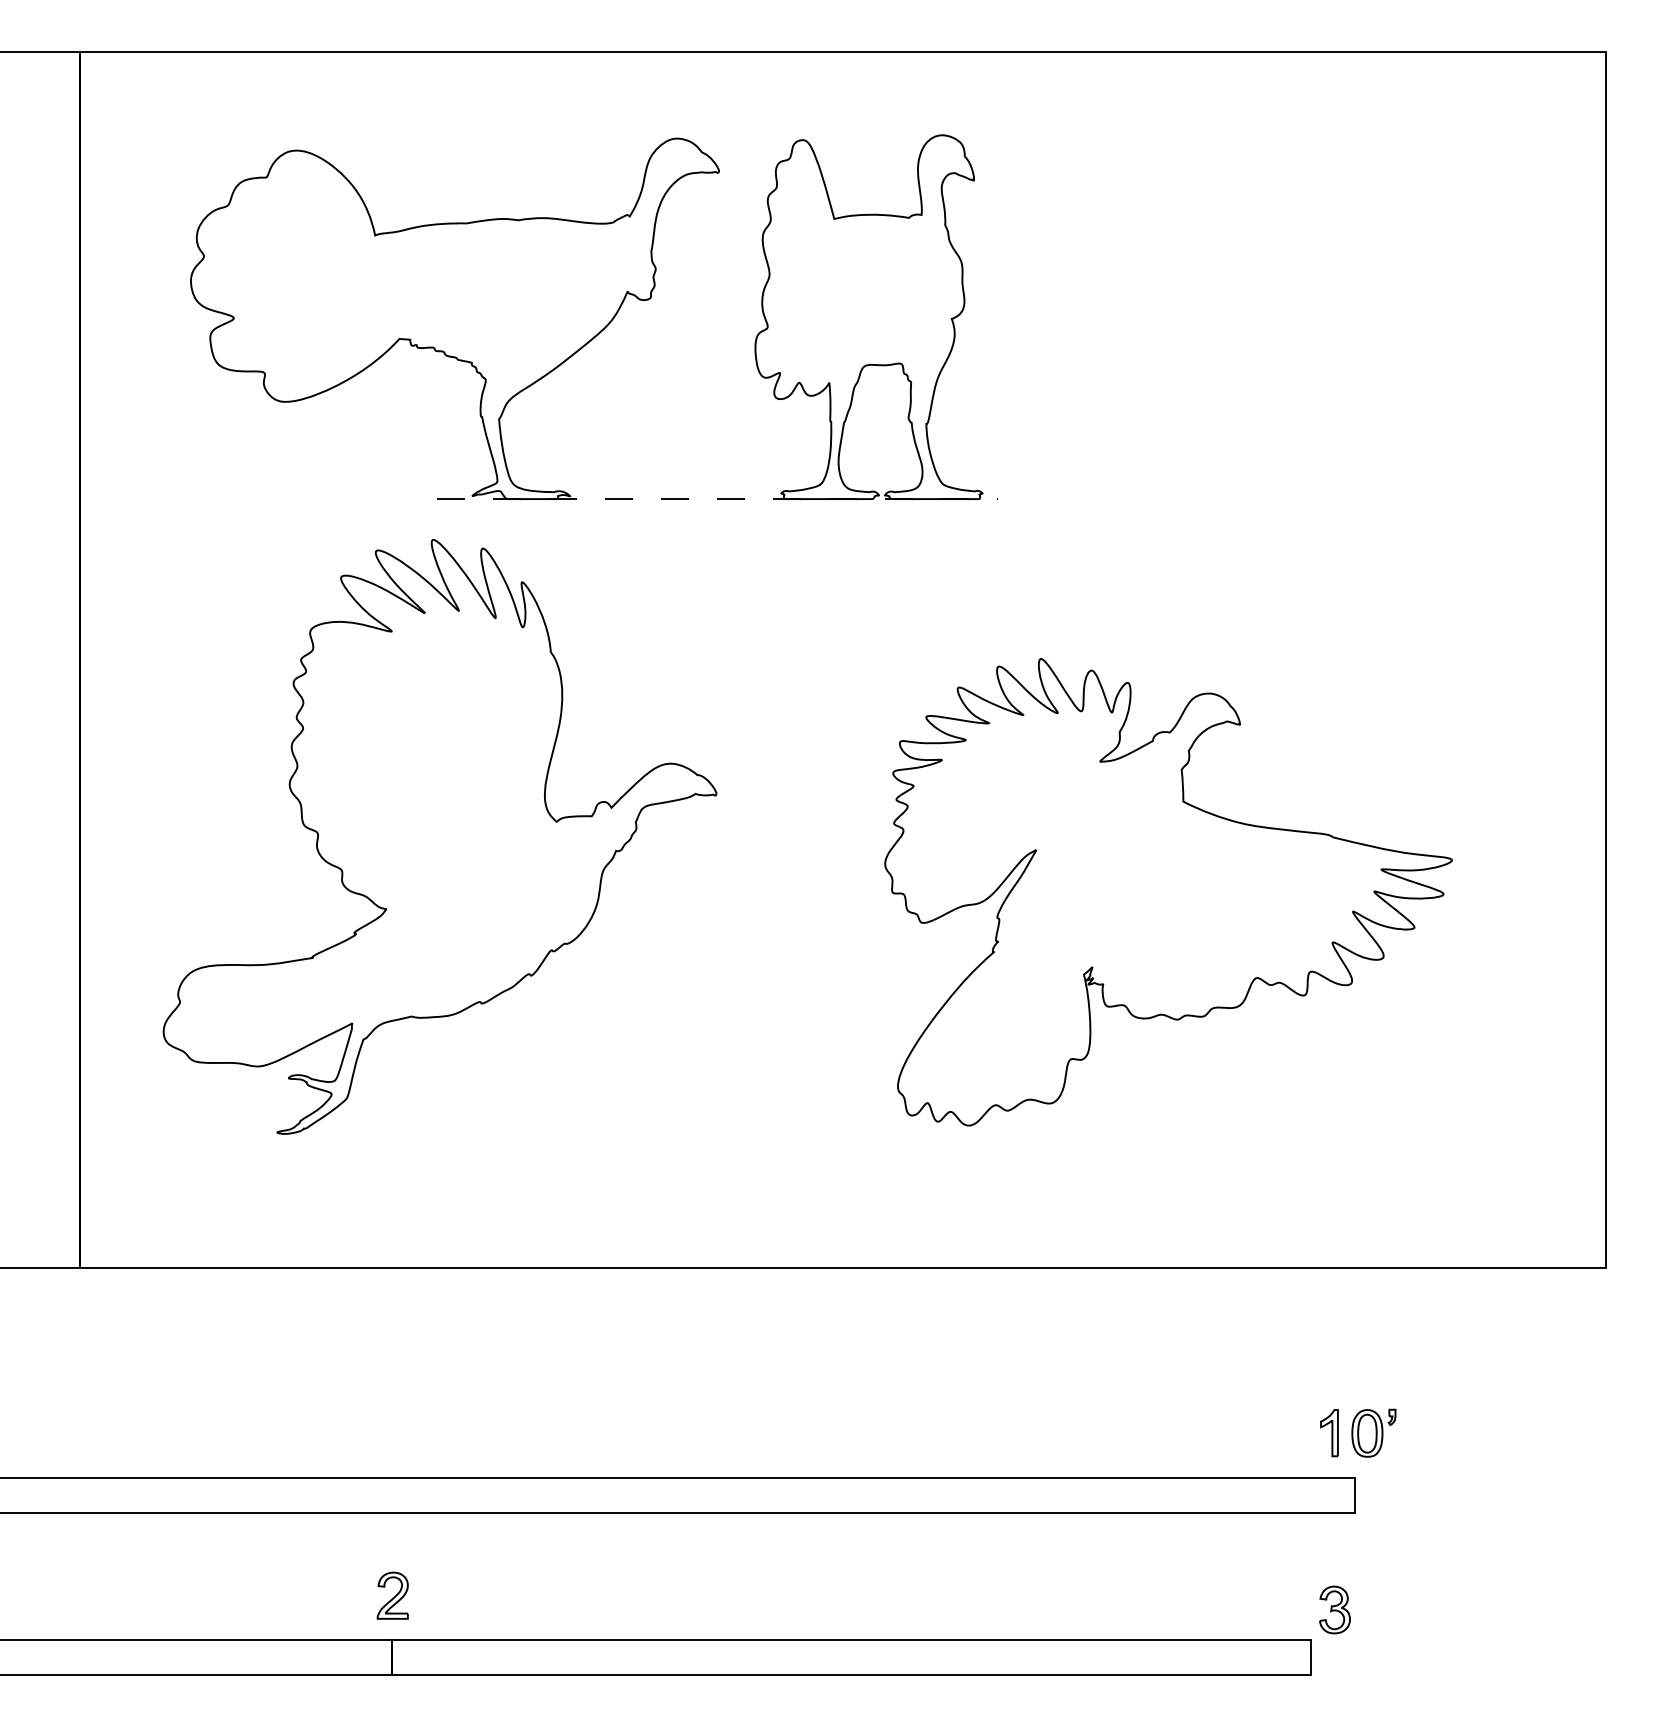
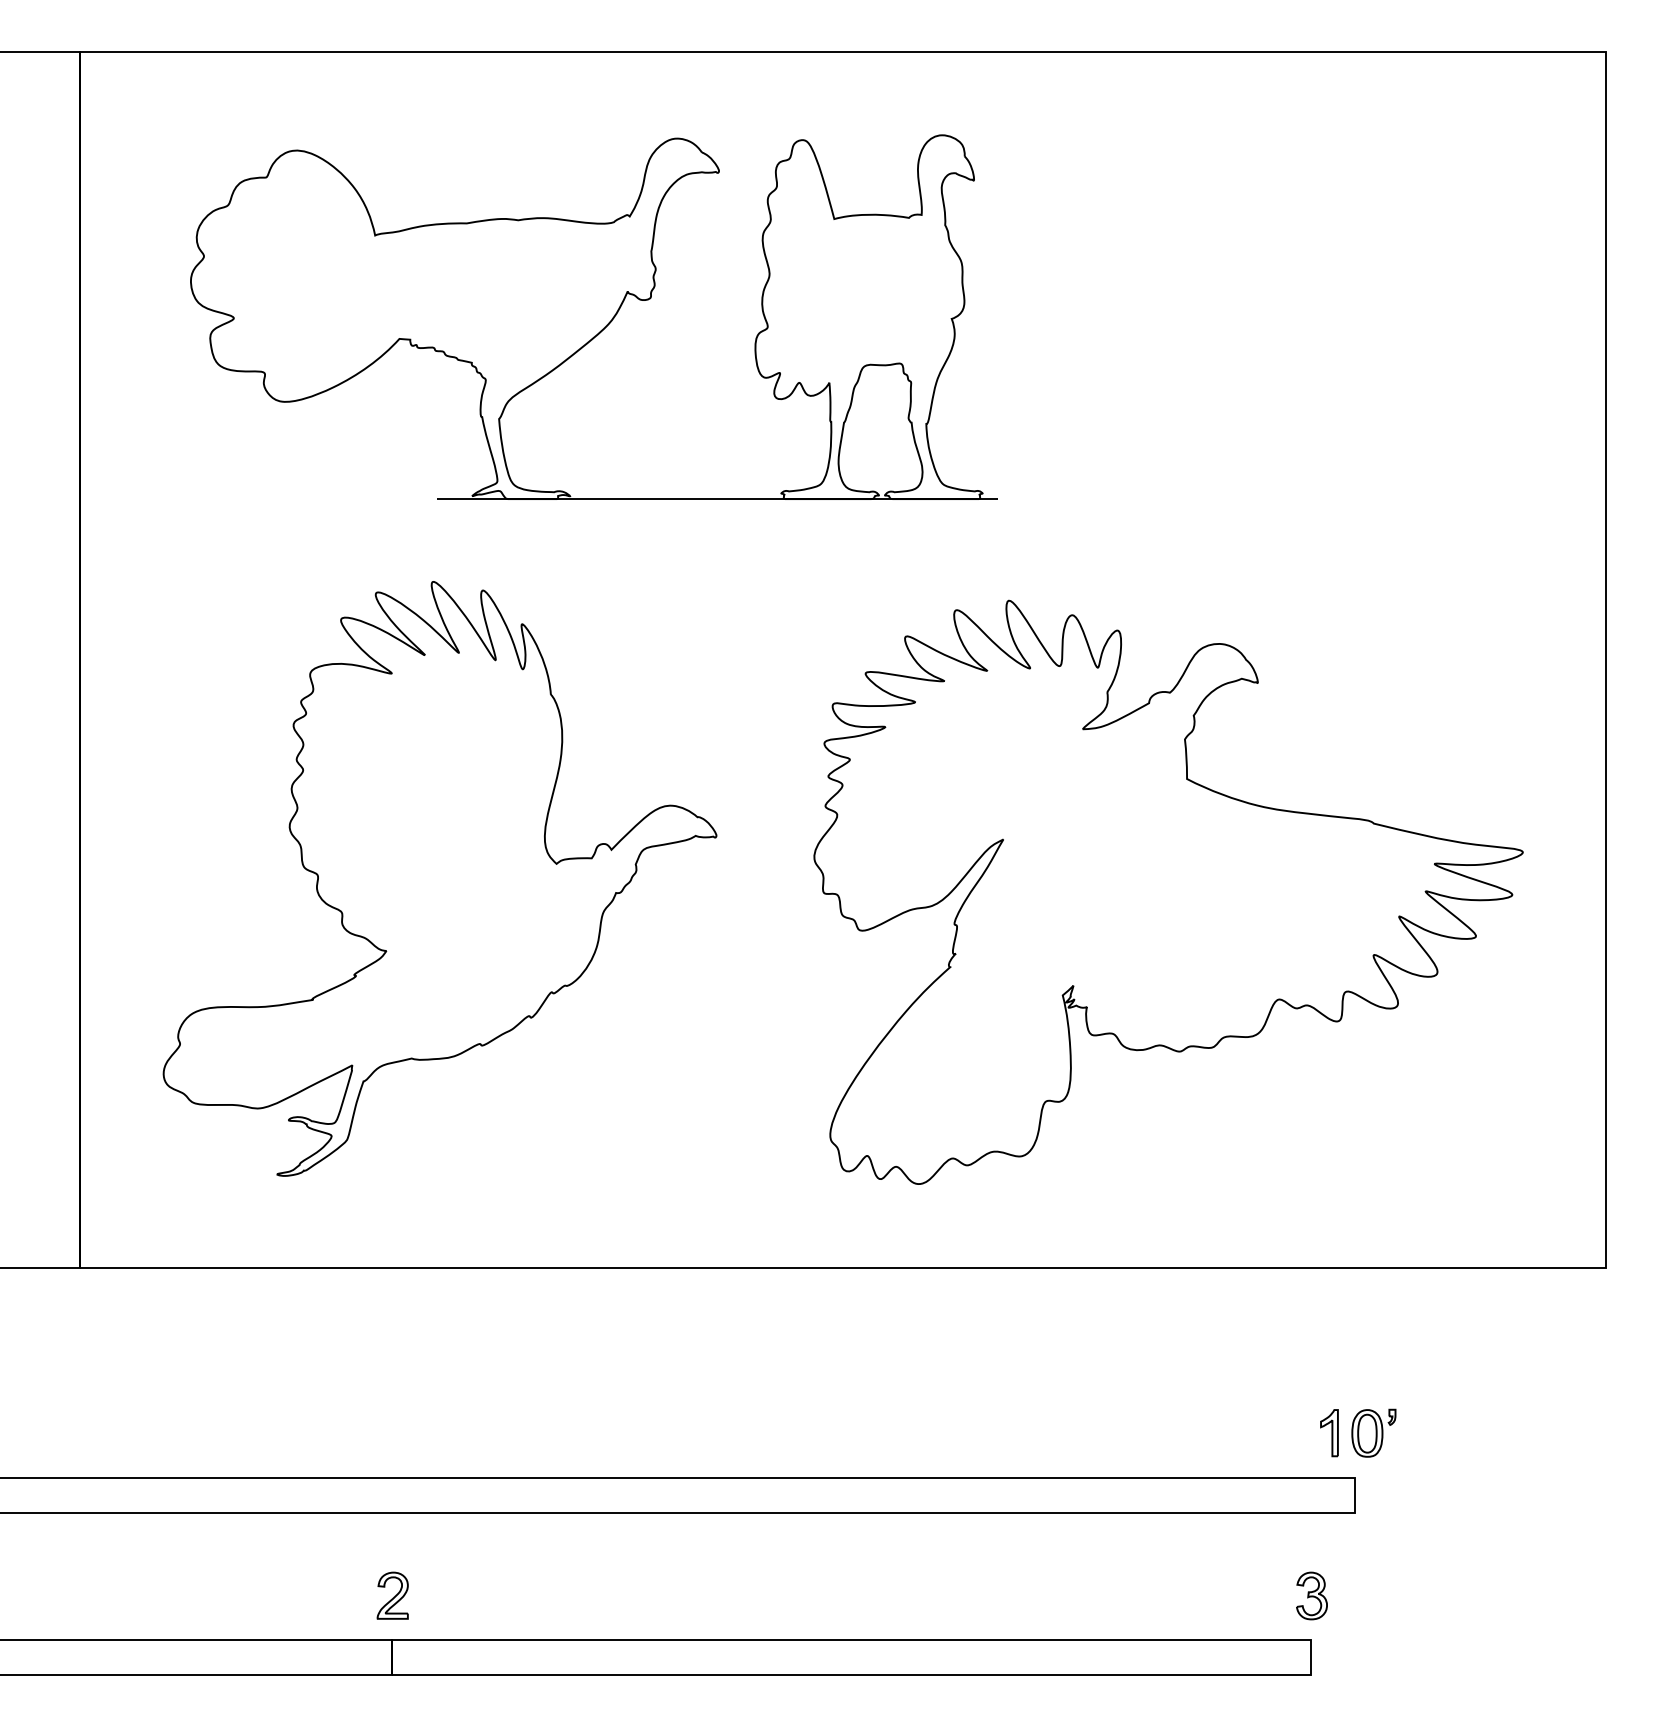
line at (717, 499): dashed -> solid
part at (439, 836) position: (439, 836) -> (439, 878)
part at (1168, 892) size: 569x469 px -> 711x586 px
part at (1334, 1609) position: (1334, 1609) -> (1311, 1595)
